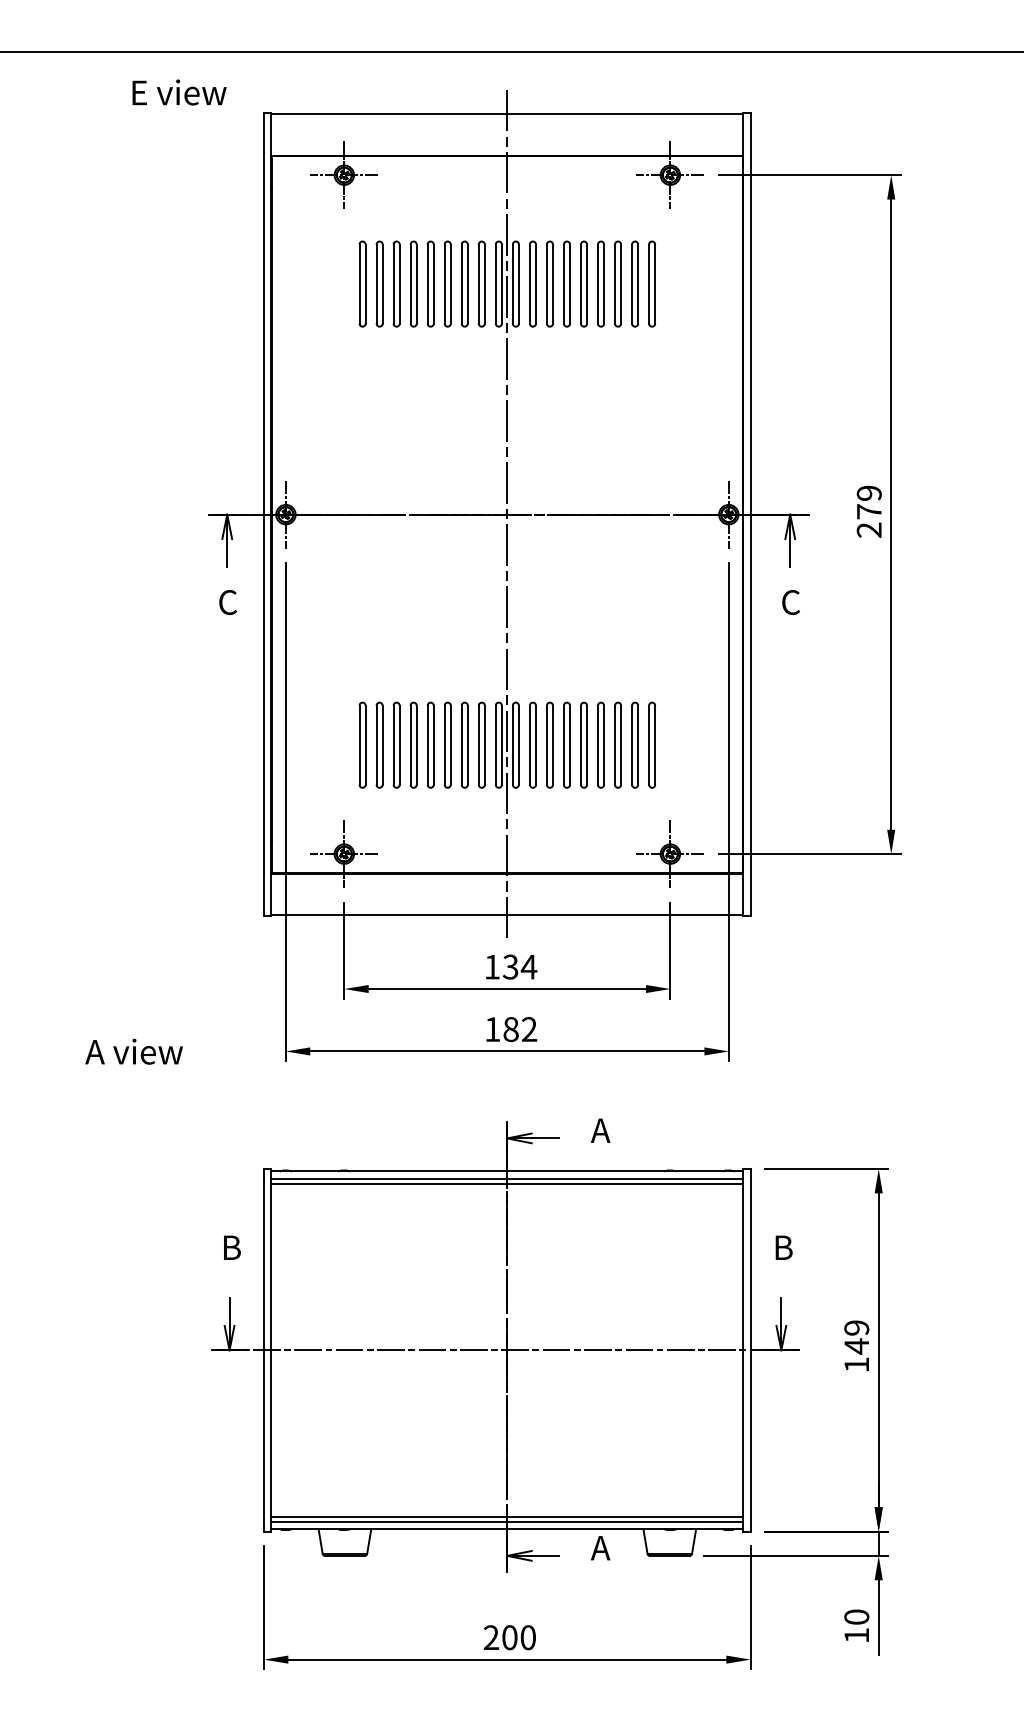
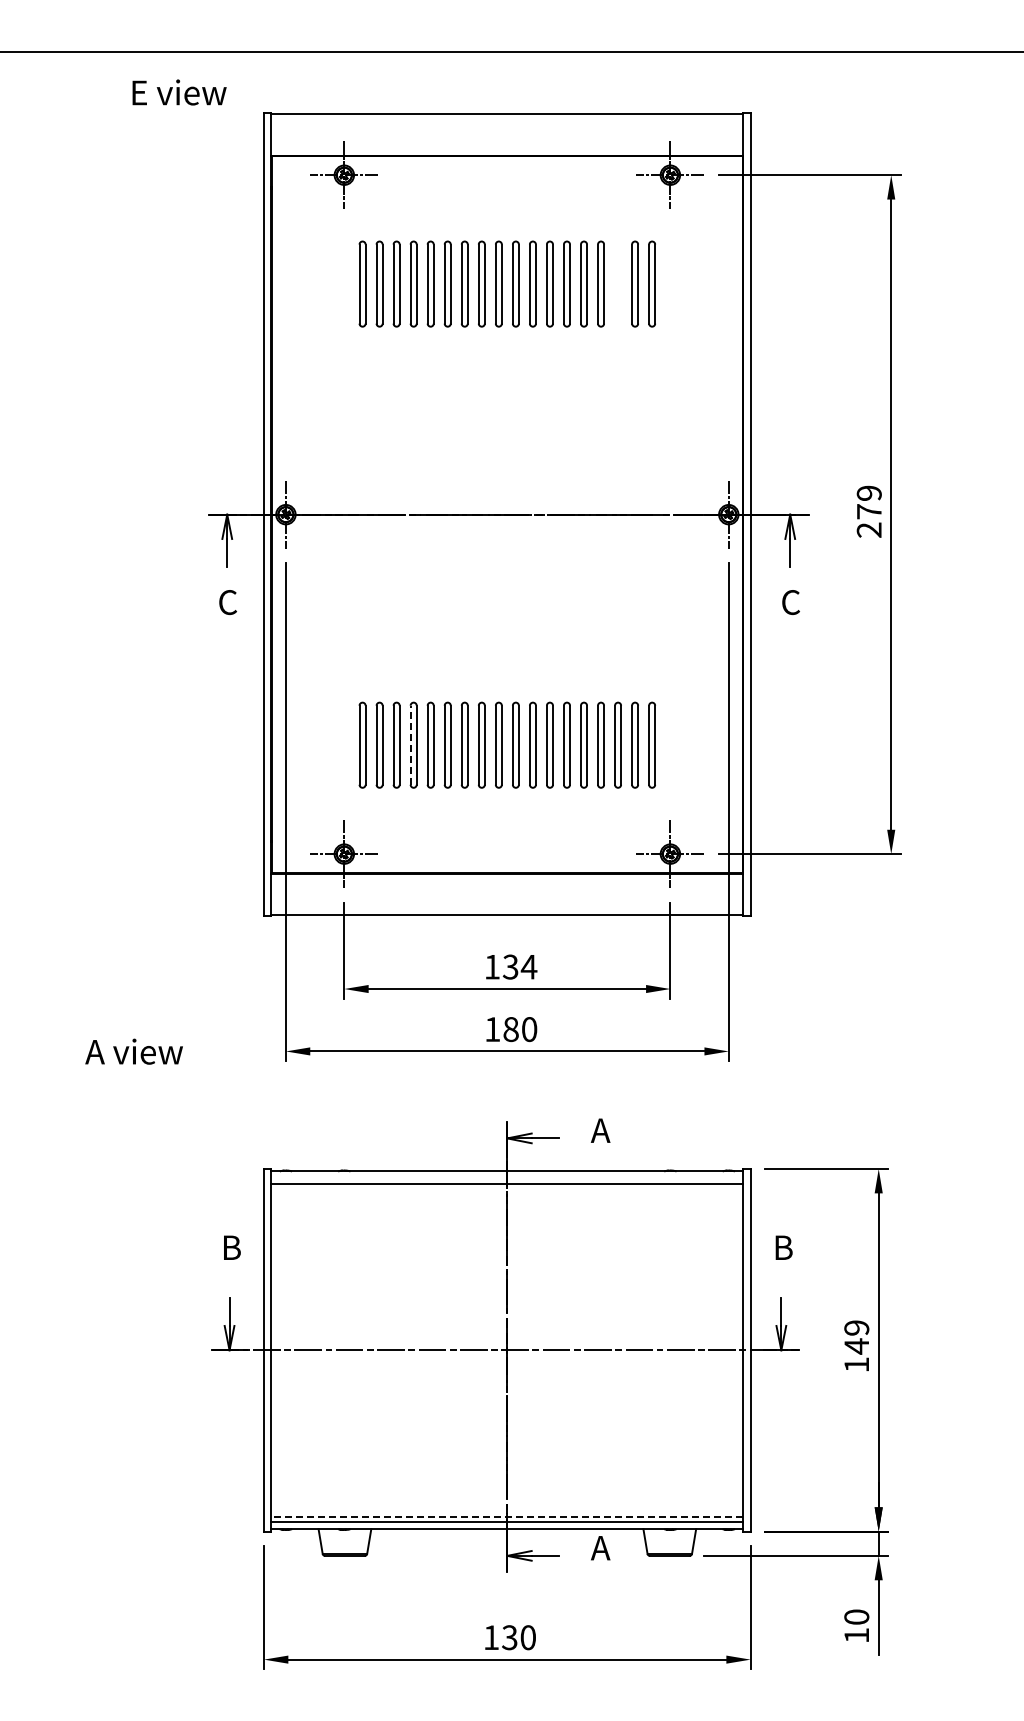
part at (617, 283): present -> none
line at (507, 514): present -> none
line at (410, 745): solid -> dashed
text at (529, 1029): 182 -> 180
line at (507, 1178): present -> none
line at (506, 1517): solid -> dashed
text at (500, 1637): 200 -> 130
